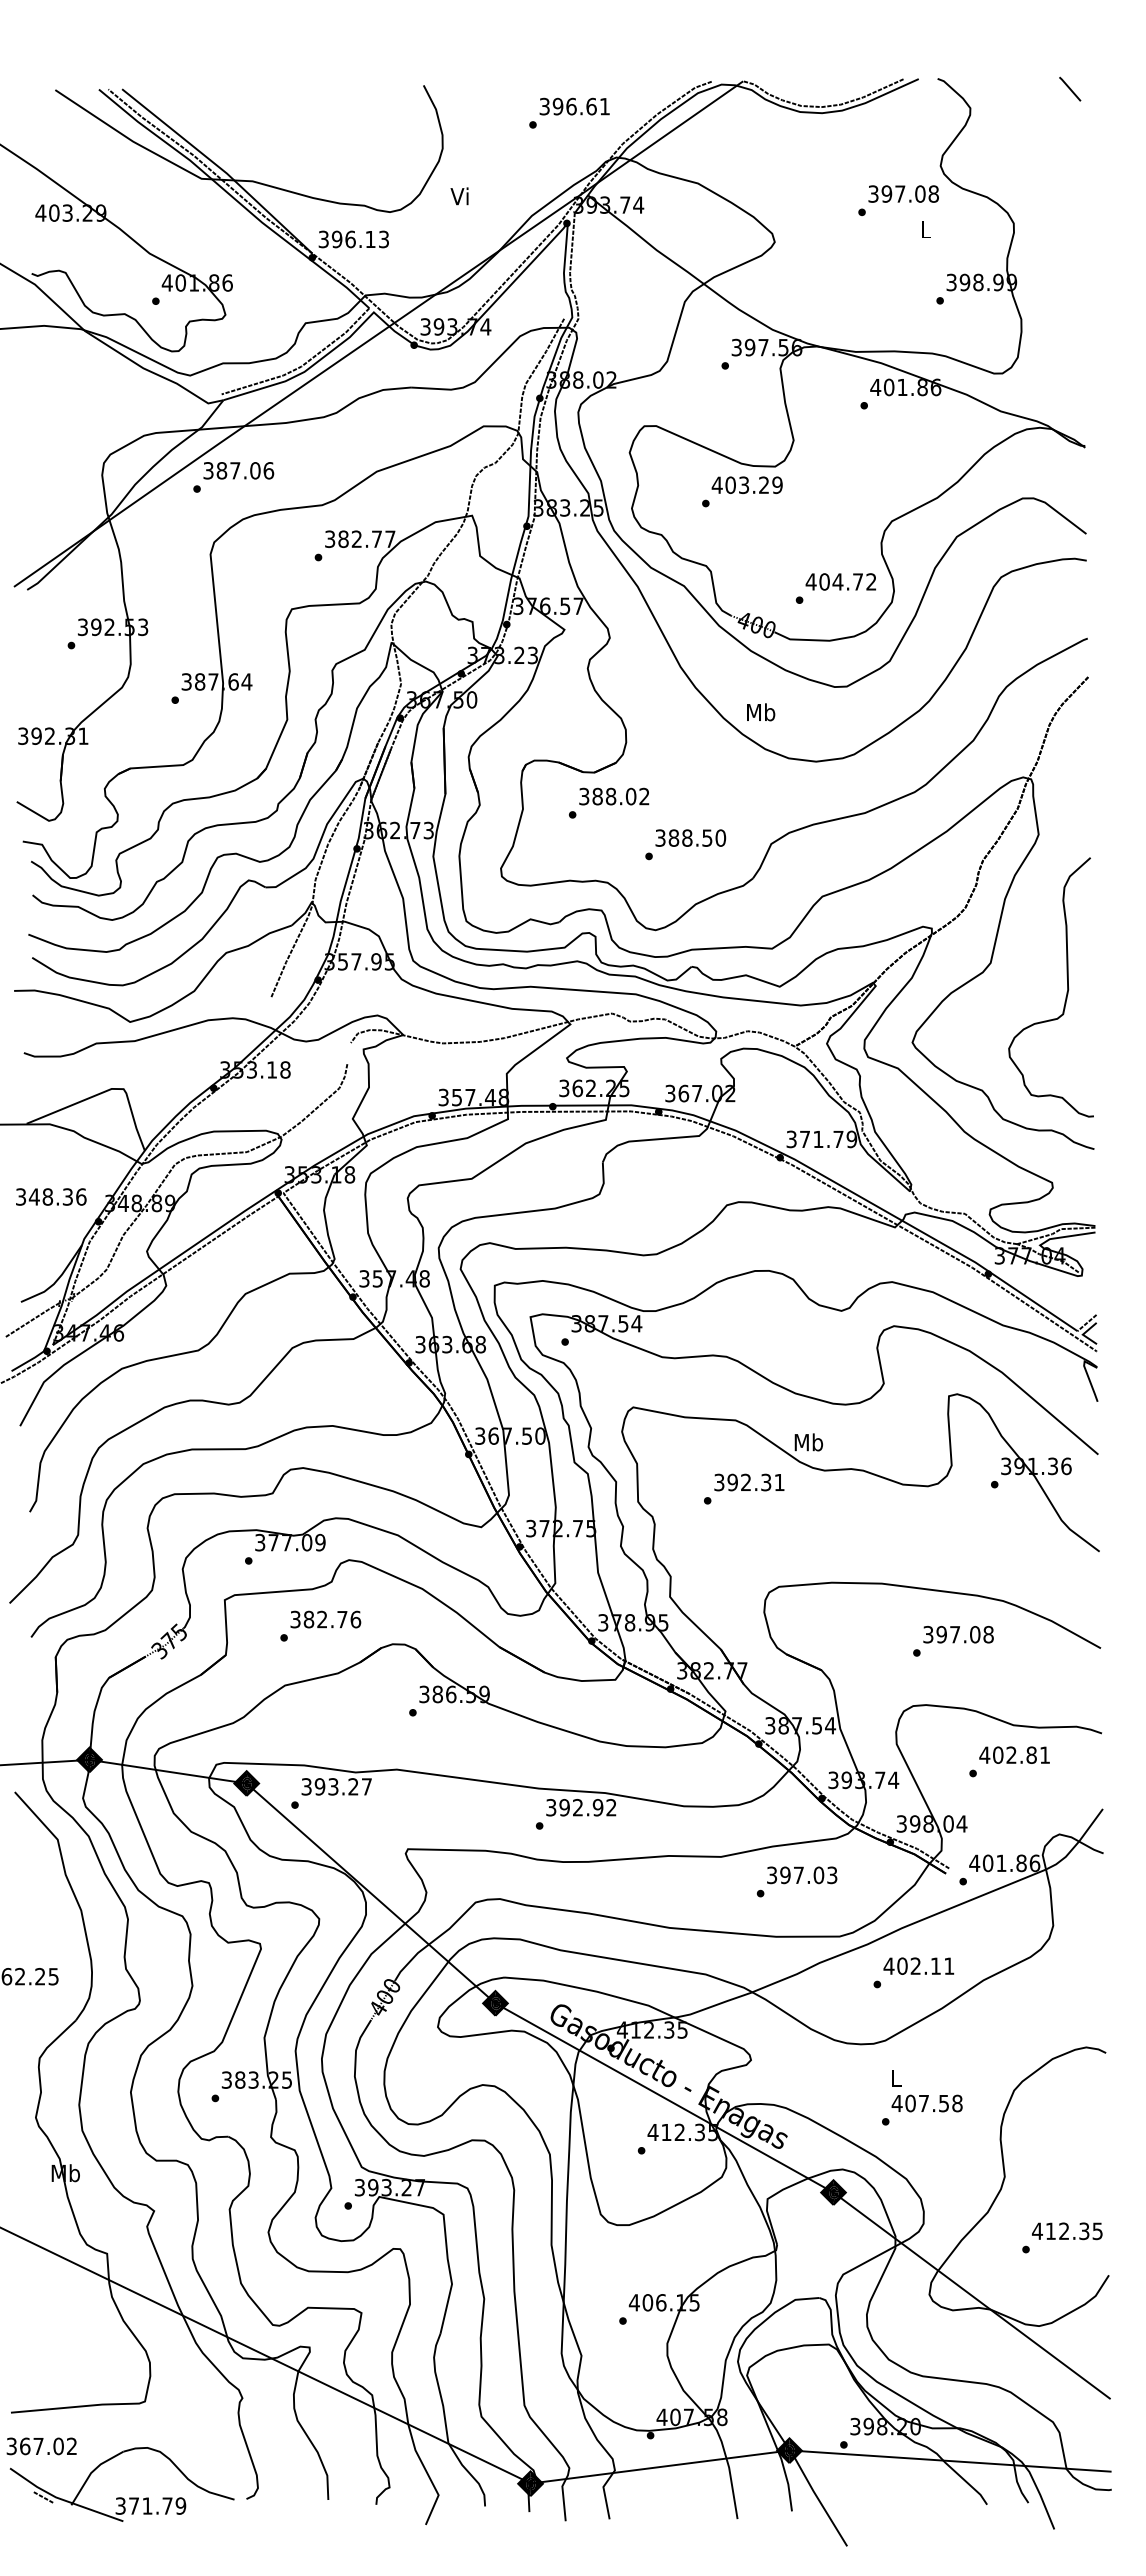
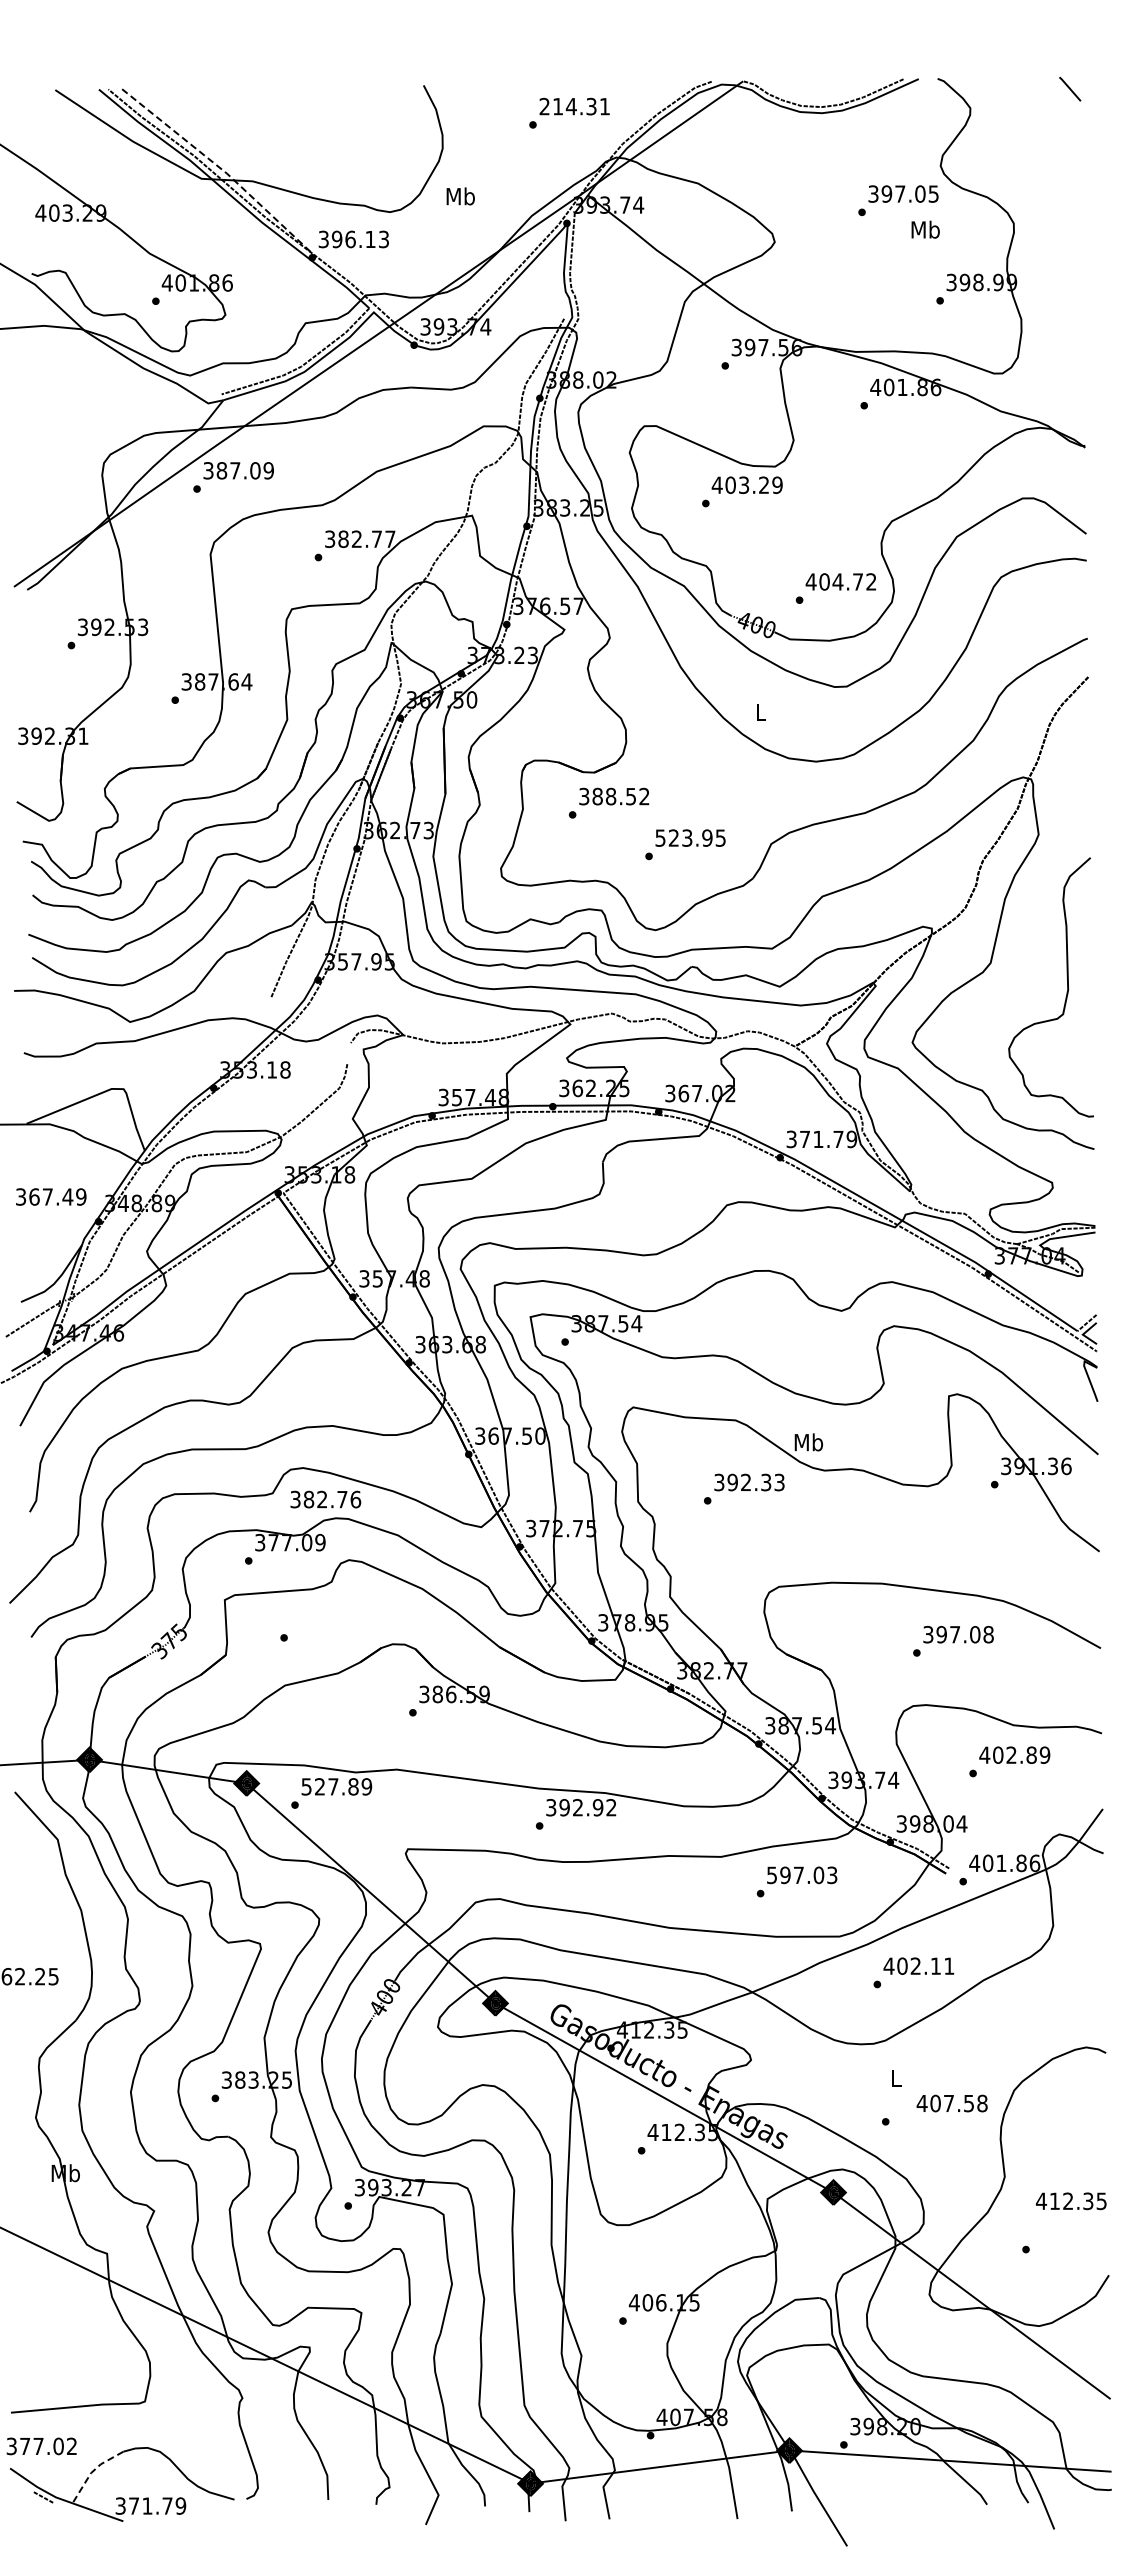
text at (567, 106): 396.61 -> 214.31
line at (220, 168): solid -> dashed
text at (933, 193): 397.08 -> 397.05
text at (460, 196): Vi -> Mb
text at (925, 229): L -> Mb
text at (268, 470): 387.06 -> 387.09
text at (761, 712): Mb -> L
text at (630, 796): 388.02 -> 388.52
text at (691, 837): 388.50 -> 523.95
text at (57, 1196): 348.36 -> 367.49
text at (779, 1482): 392.31 -> 392.33
text at (325, 1619) position: (325, 1619) -> (325, 1499)
text at (1044, 1754): 402.81 -> 402.89
text at (337, 1786): 393.27 -> 527.89
text at (772, 1874): 397.03 -> 597.03
text at (926, 2103) position: (926, 2103) -> (951, 2103)
text at (1067, 2231) position: (1067, 2231) -> (1071, 2201)
text at (25, 2446): 367.02 -> 377.02
line at (91, 2472): solid -> dashed
